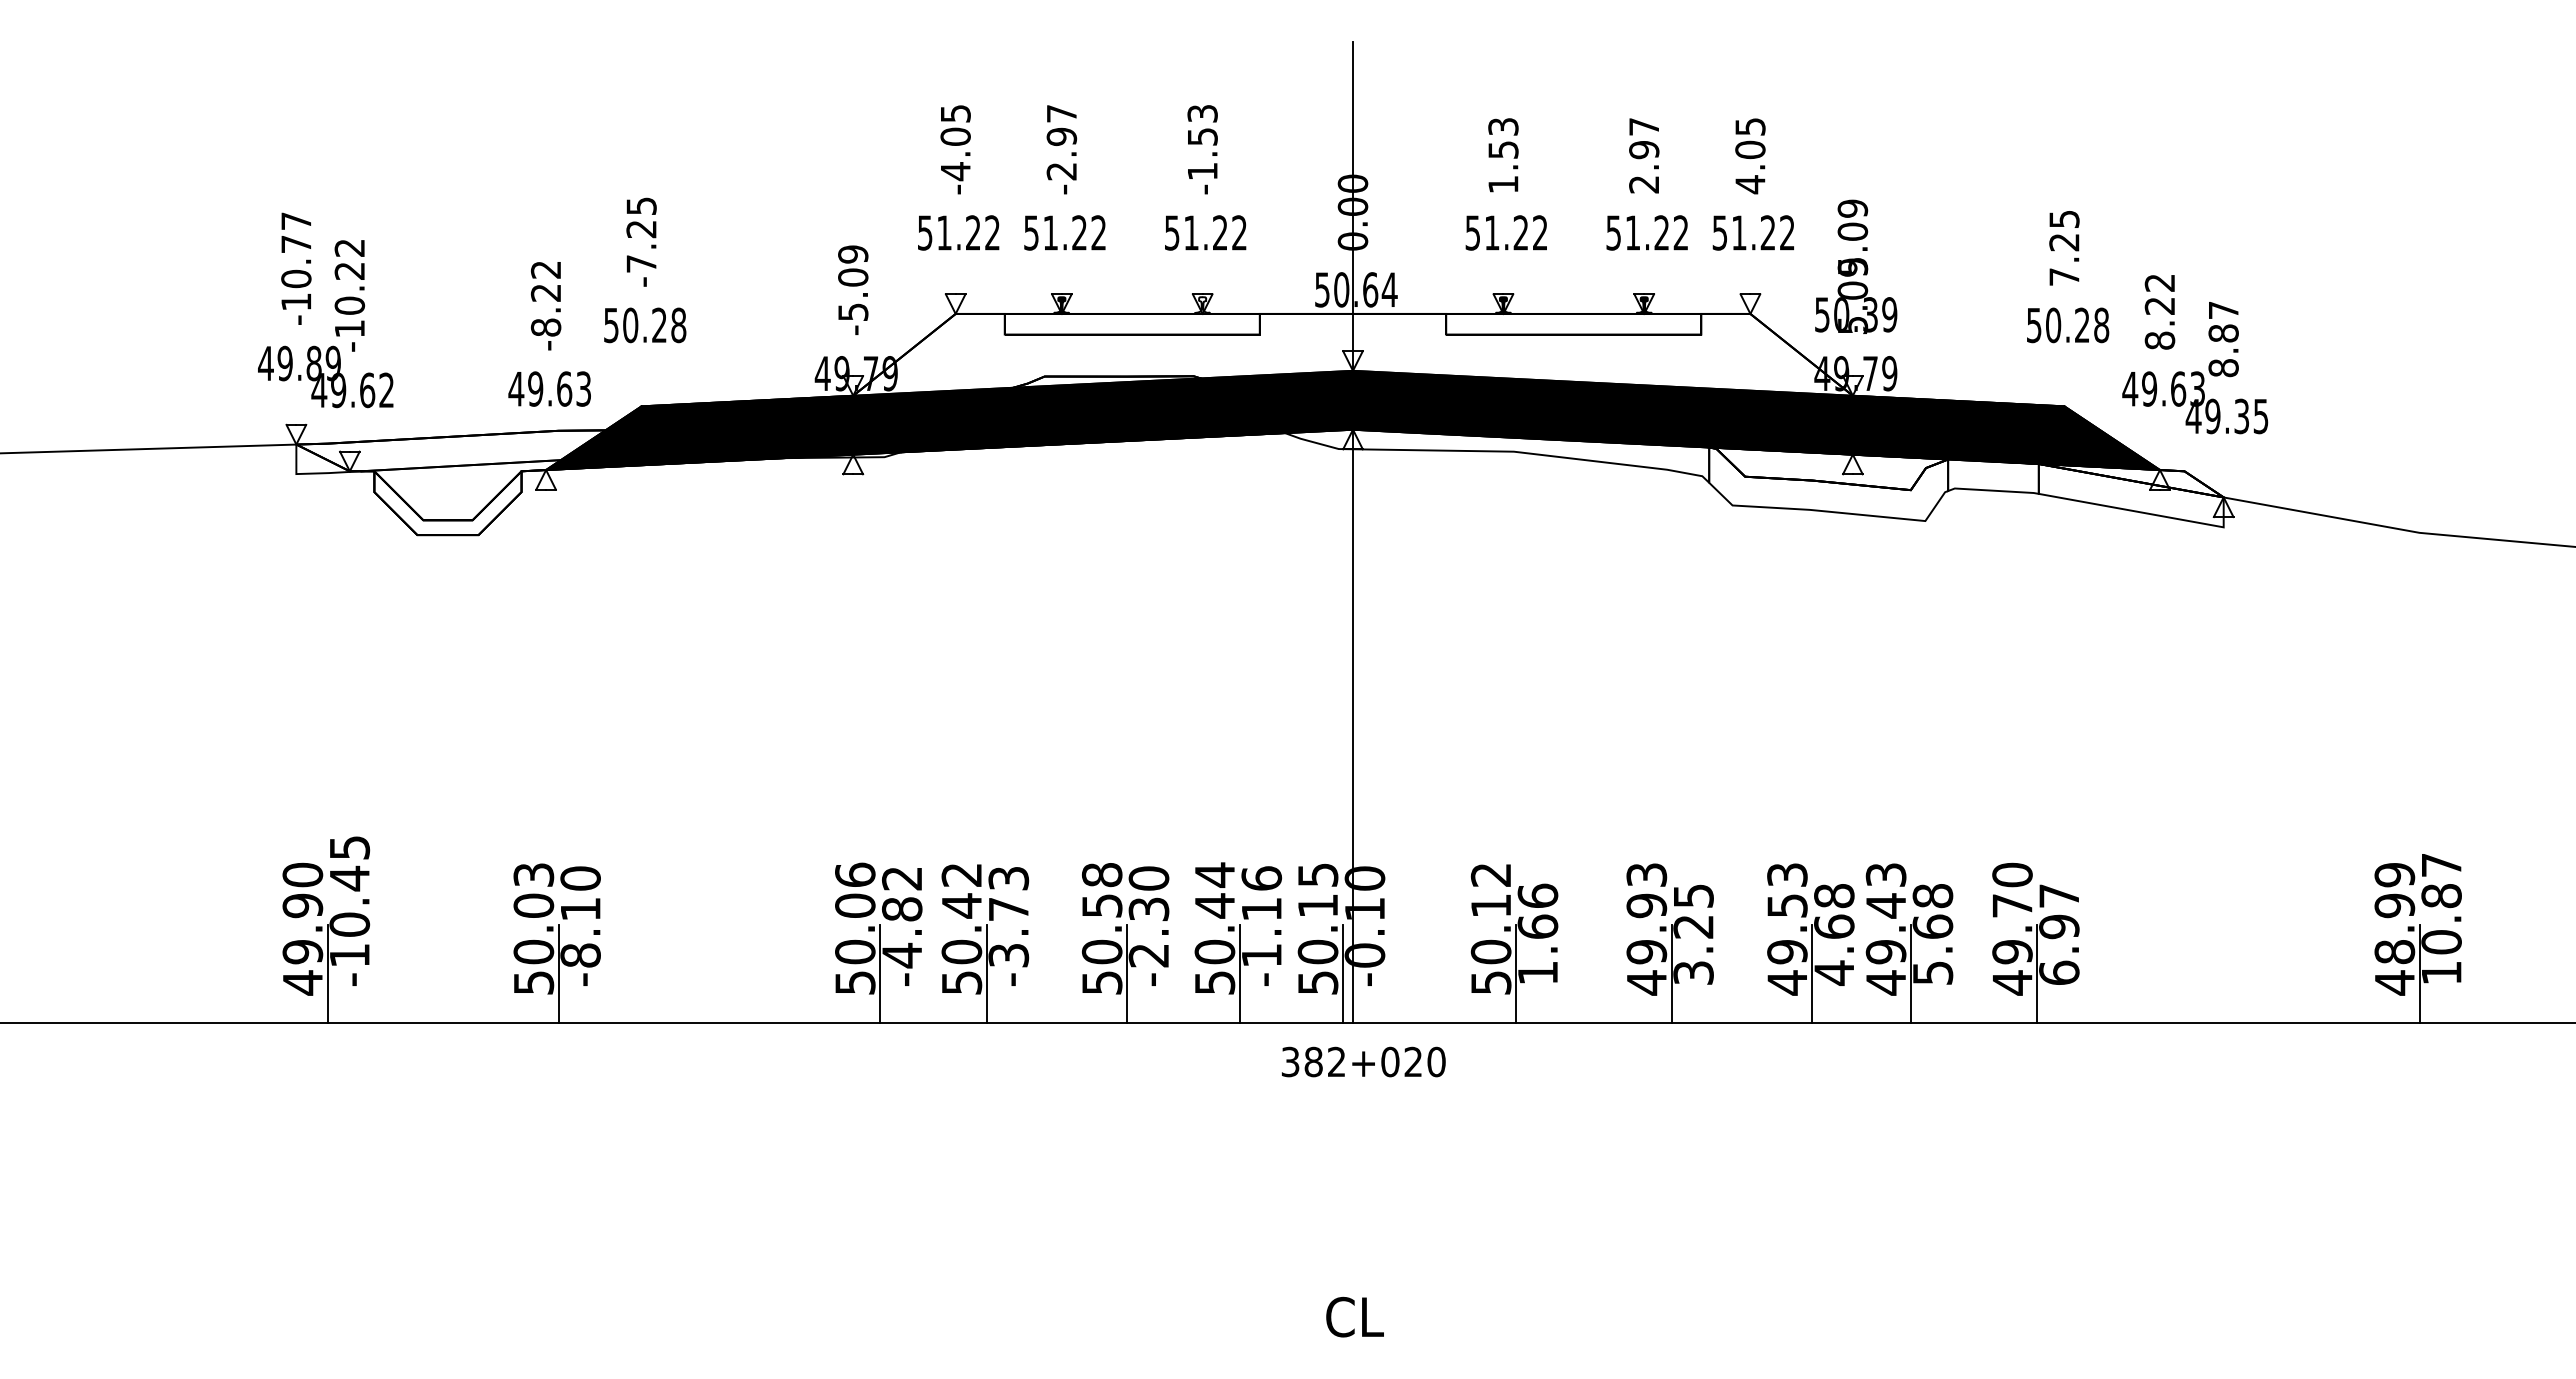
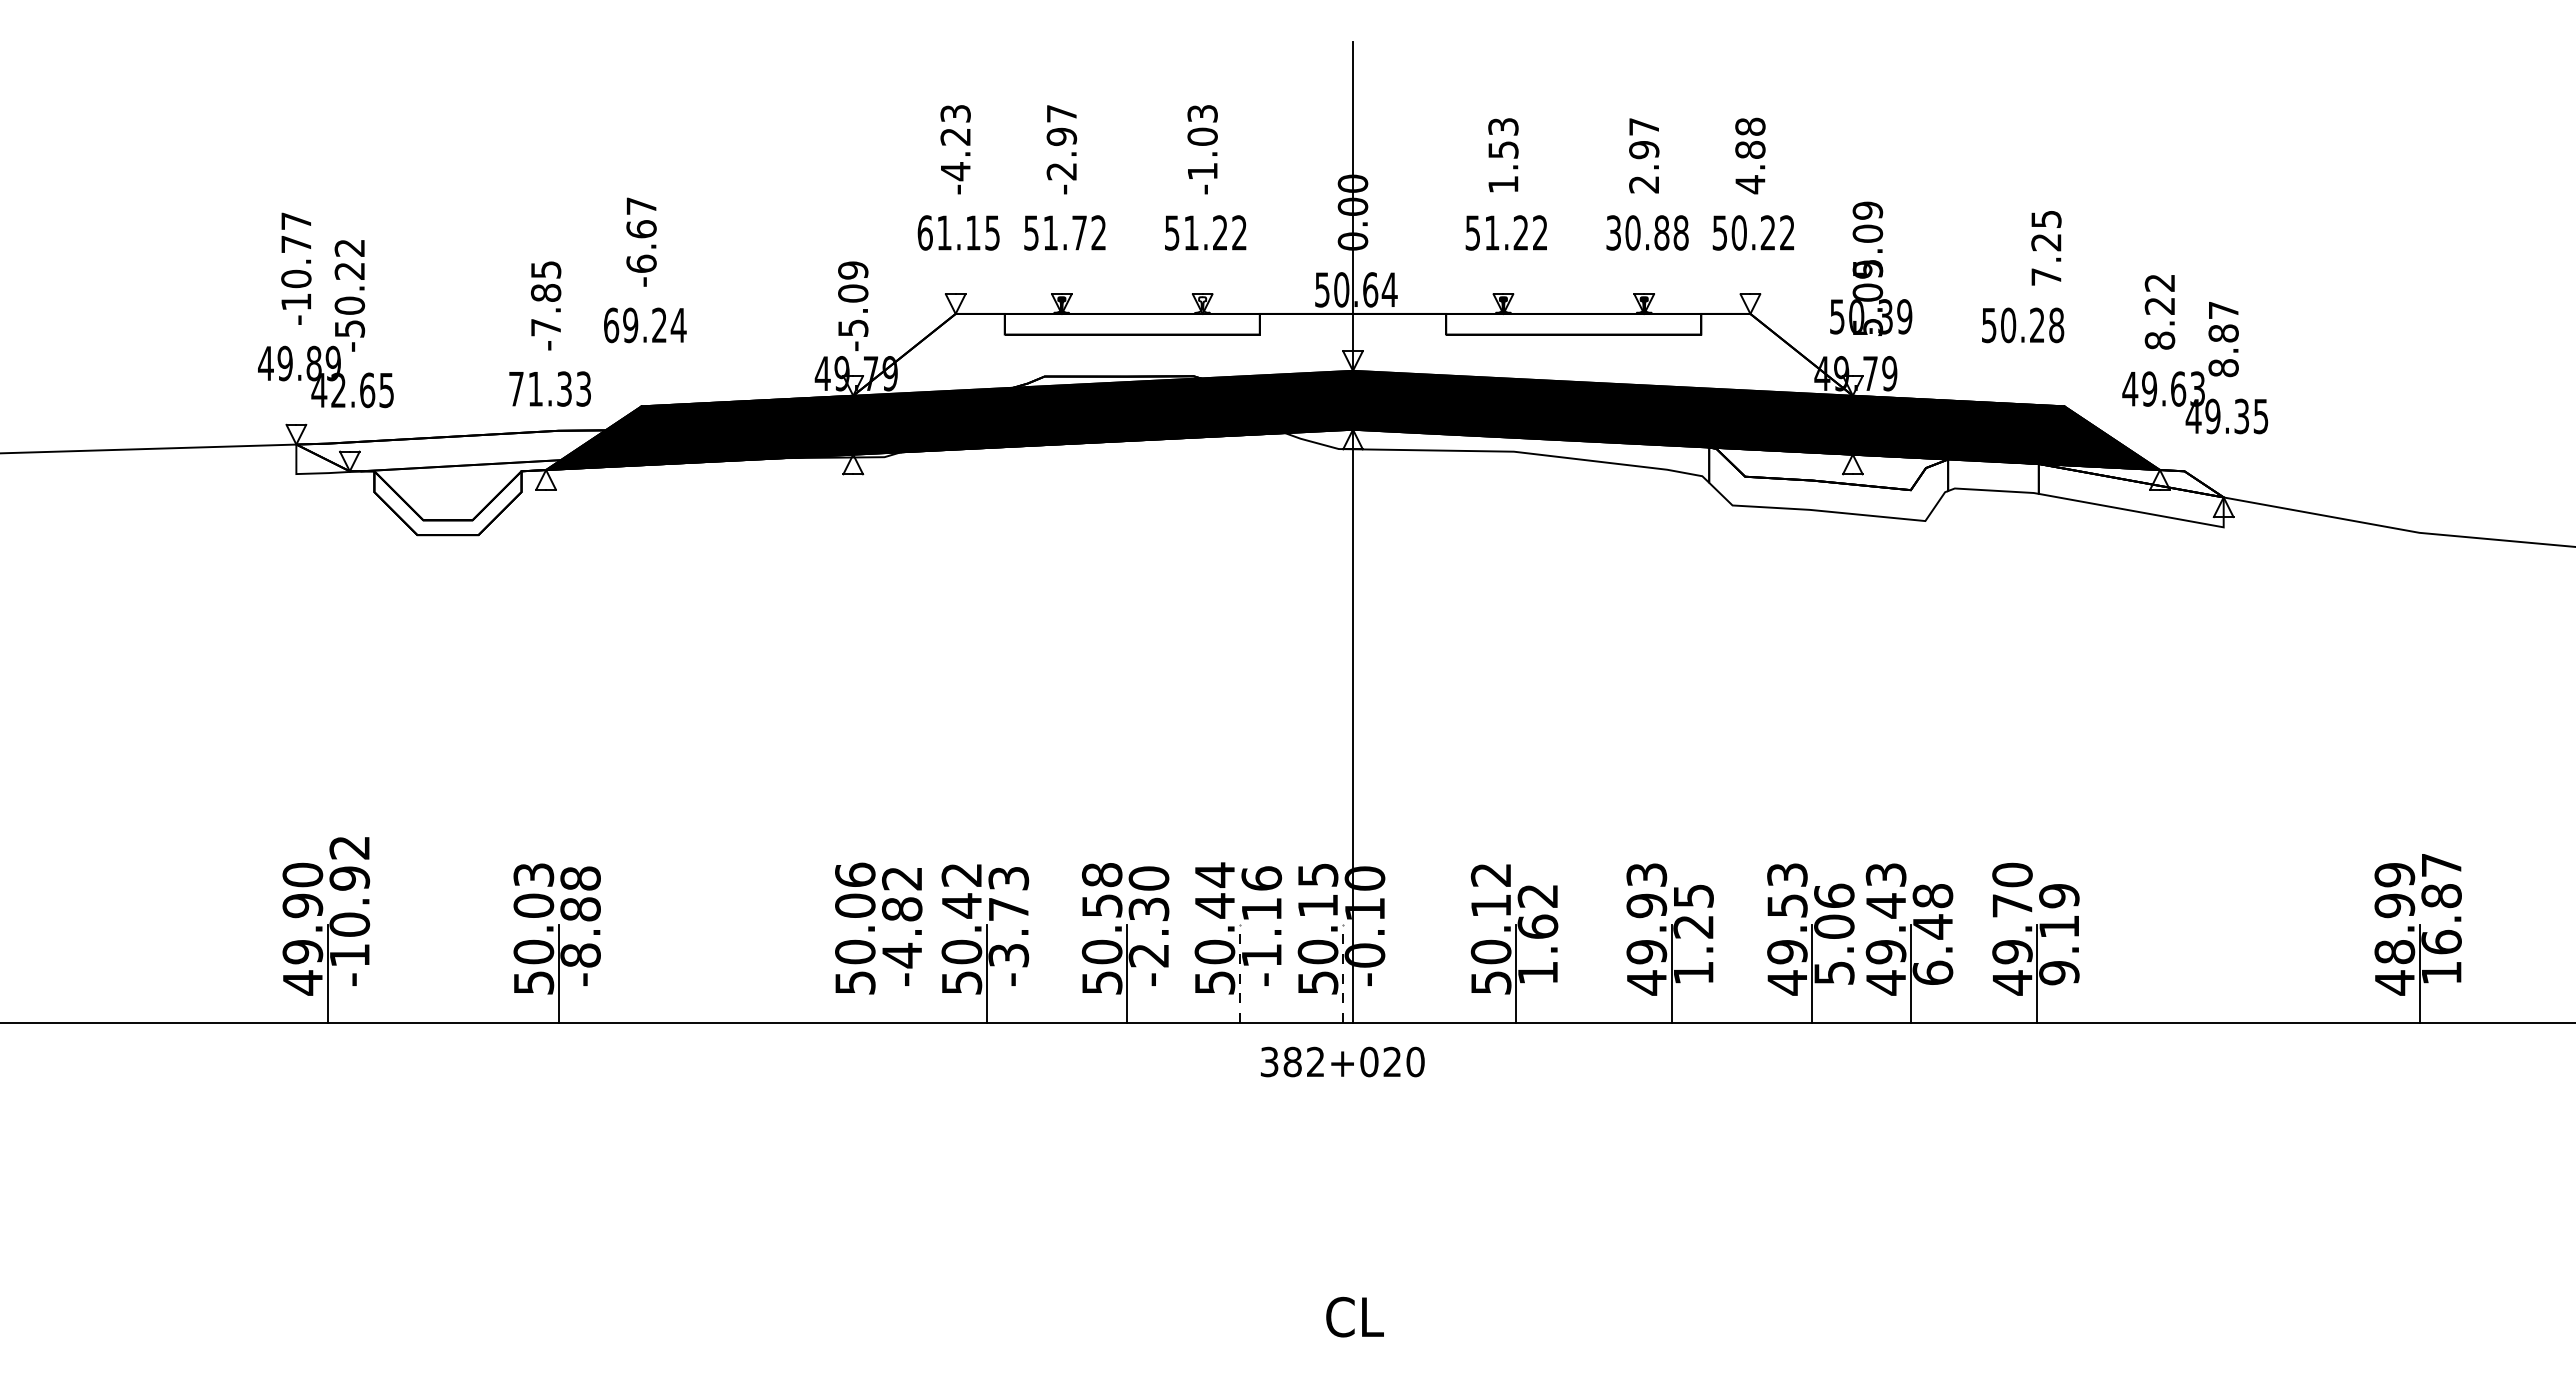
text at (955, 125): -4.05 -> -4.23
text at (1202, 136): -1.53 -> -1.03
text at (1750, 138): 4.05 -> 4.88
text at (958, 232): 51.22 -> 61.15
text at (1079, 232): 51.22 -> 51.72
text at (1647, 232): 51.22 -> 30.88
text at (1738, 232): 51.22 -> 50.22
text at (641, 234): -7.25 -> -6.67
text at (2064, 248) position: (2064, 248) -> (2046, 248)
text at (1856, 266) position: (1856, 266) -> (1871, 268)
text at (853, 289) position: (853, 289) -> (853, 305)
text at (545, 298): -8.22 -> -7.85
text at (645, 325): 50.28 -> 69.24
text at (2068, 325) position: (2068, 325) -> (2023, 325)
text at (350, 328): -10.22 -> -50.22
text at (540, 388): 49.63 -> 71.33
text at (362, 390): 49.62 -> 42.65
text at (349, 863): -10.45 -> -10.92
text at (580, 893): -8.10 -> -8.88
text at (1537, 895): 1.66 -> 1.62
text at (1834, 934): 4.68 -> 5.06
text at (2059, 934): 6.97 -> 9.19
text at (2441, 941): 10.87 -> 16.87
text at (1932, 949): 5.68 -> 6.48
text at (1693, 972): 3.25 -> 1.25
line at (880, 973): present -> none
line at (1239, 973): solid -> dashed
line at (1342, 973): solid -> dashed
text at (1363, 1061) position: (1363, 1061) -> (1342, 1061)
